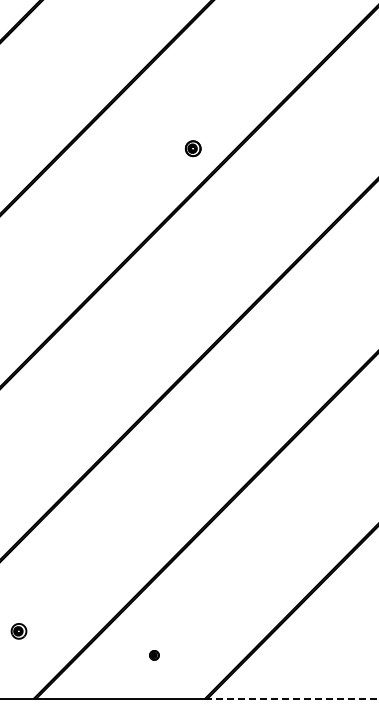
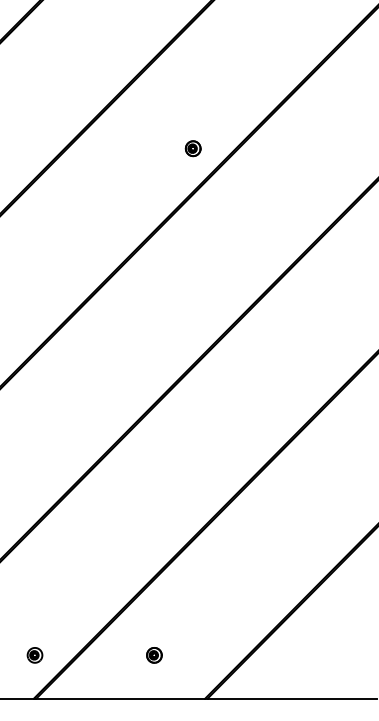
part at (18, 631) position: (18, 631) -> (34, 655)
part at (154, 655) size: 11x11 px -> 17x17 px
line at (291, 698): dashed -> solid
